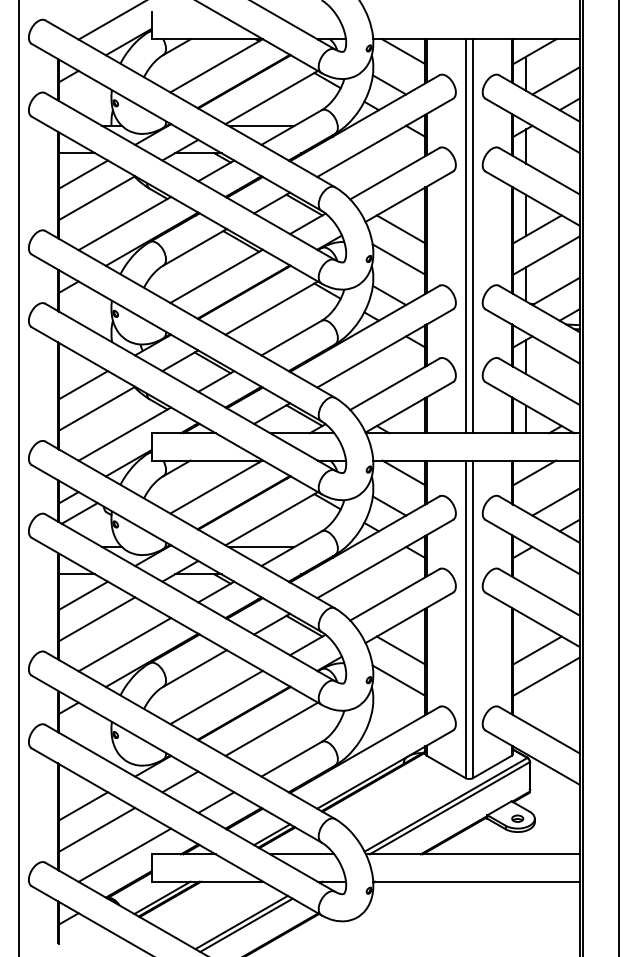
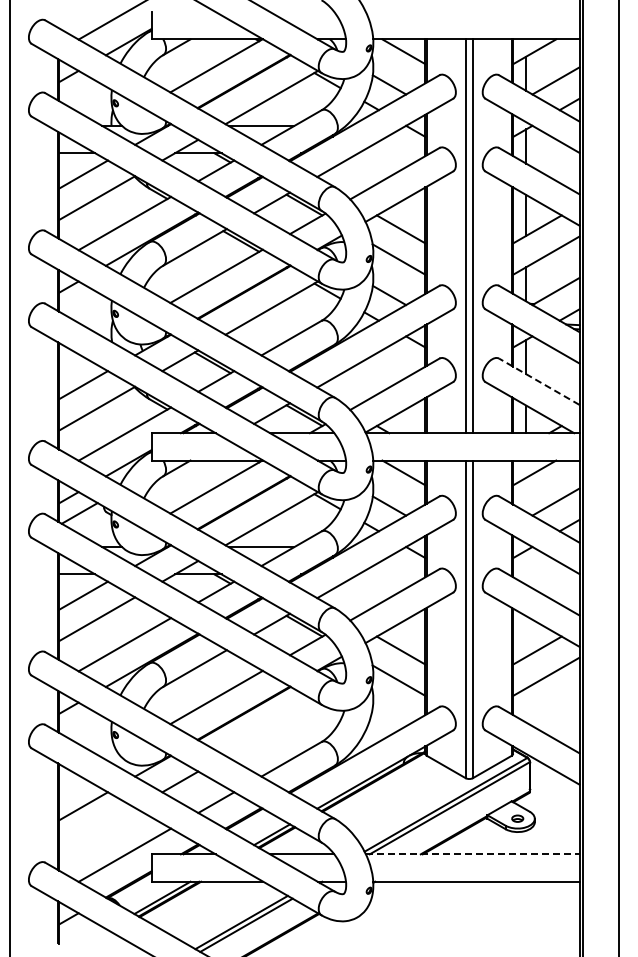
line at (538, 381): solid -> dashed
line at (19, 477) position: (19, 477) -> (10, 477)
line at (271, 728): present -> none
line at (97, 829): present -> none
line at (472, 854): solid -> dashed
